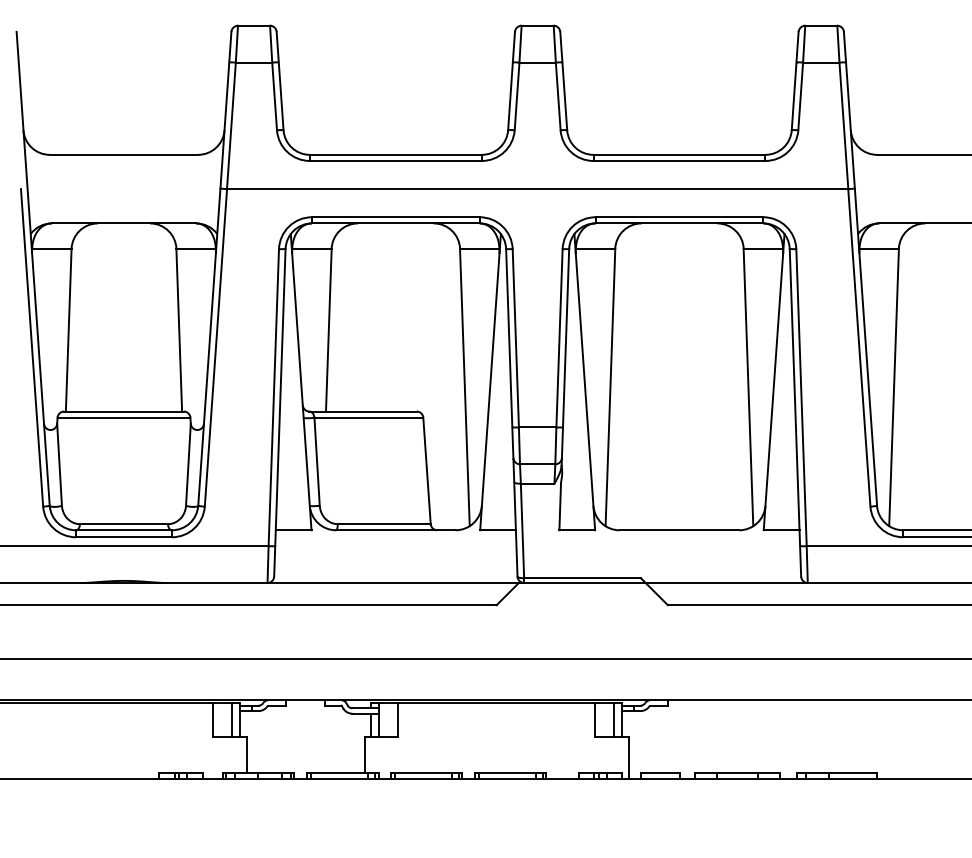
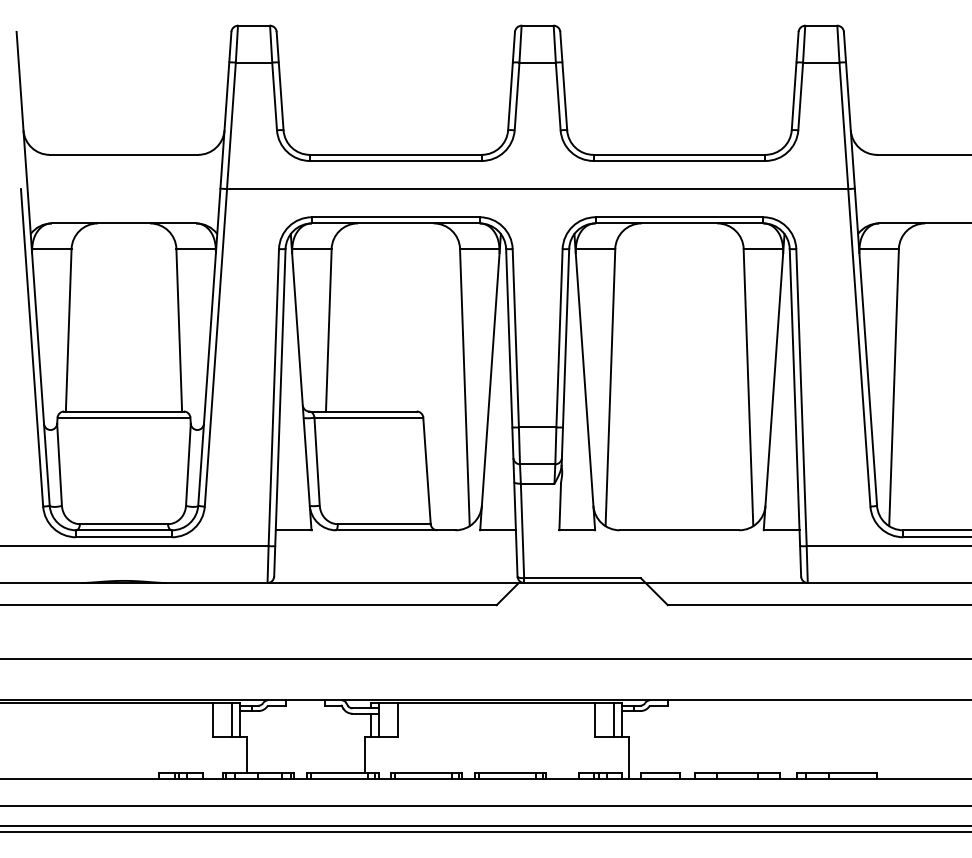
line at (485, 805): none -> present
line at (485, 825): none -> present
line at (485, 832): none -> present
